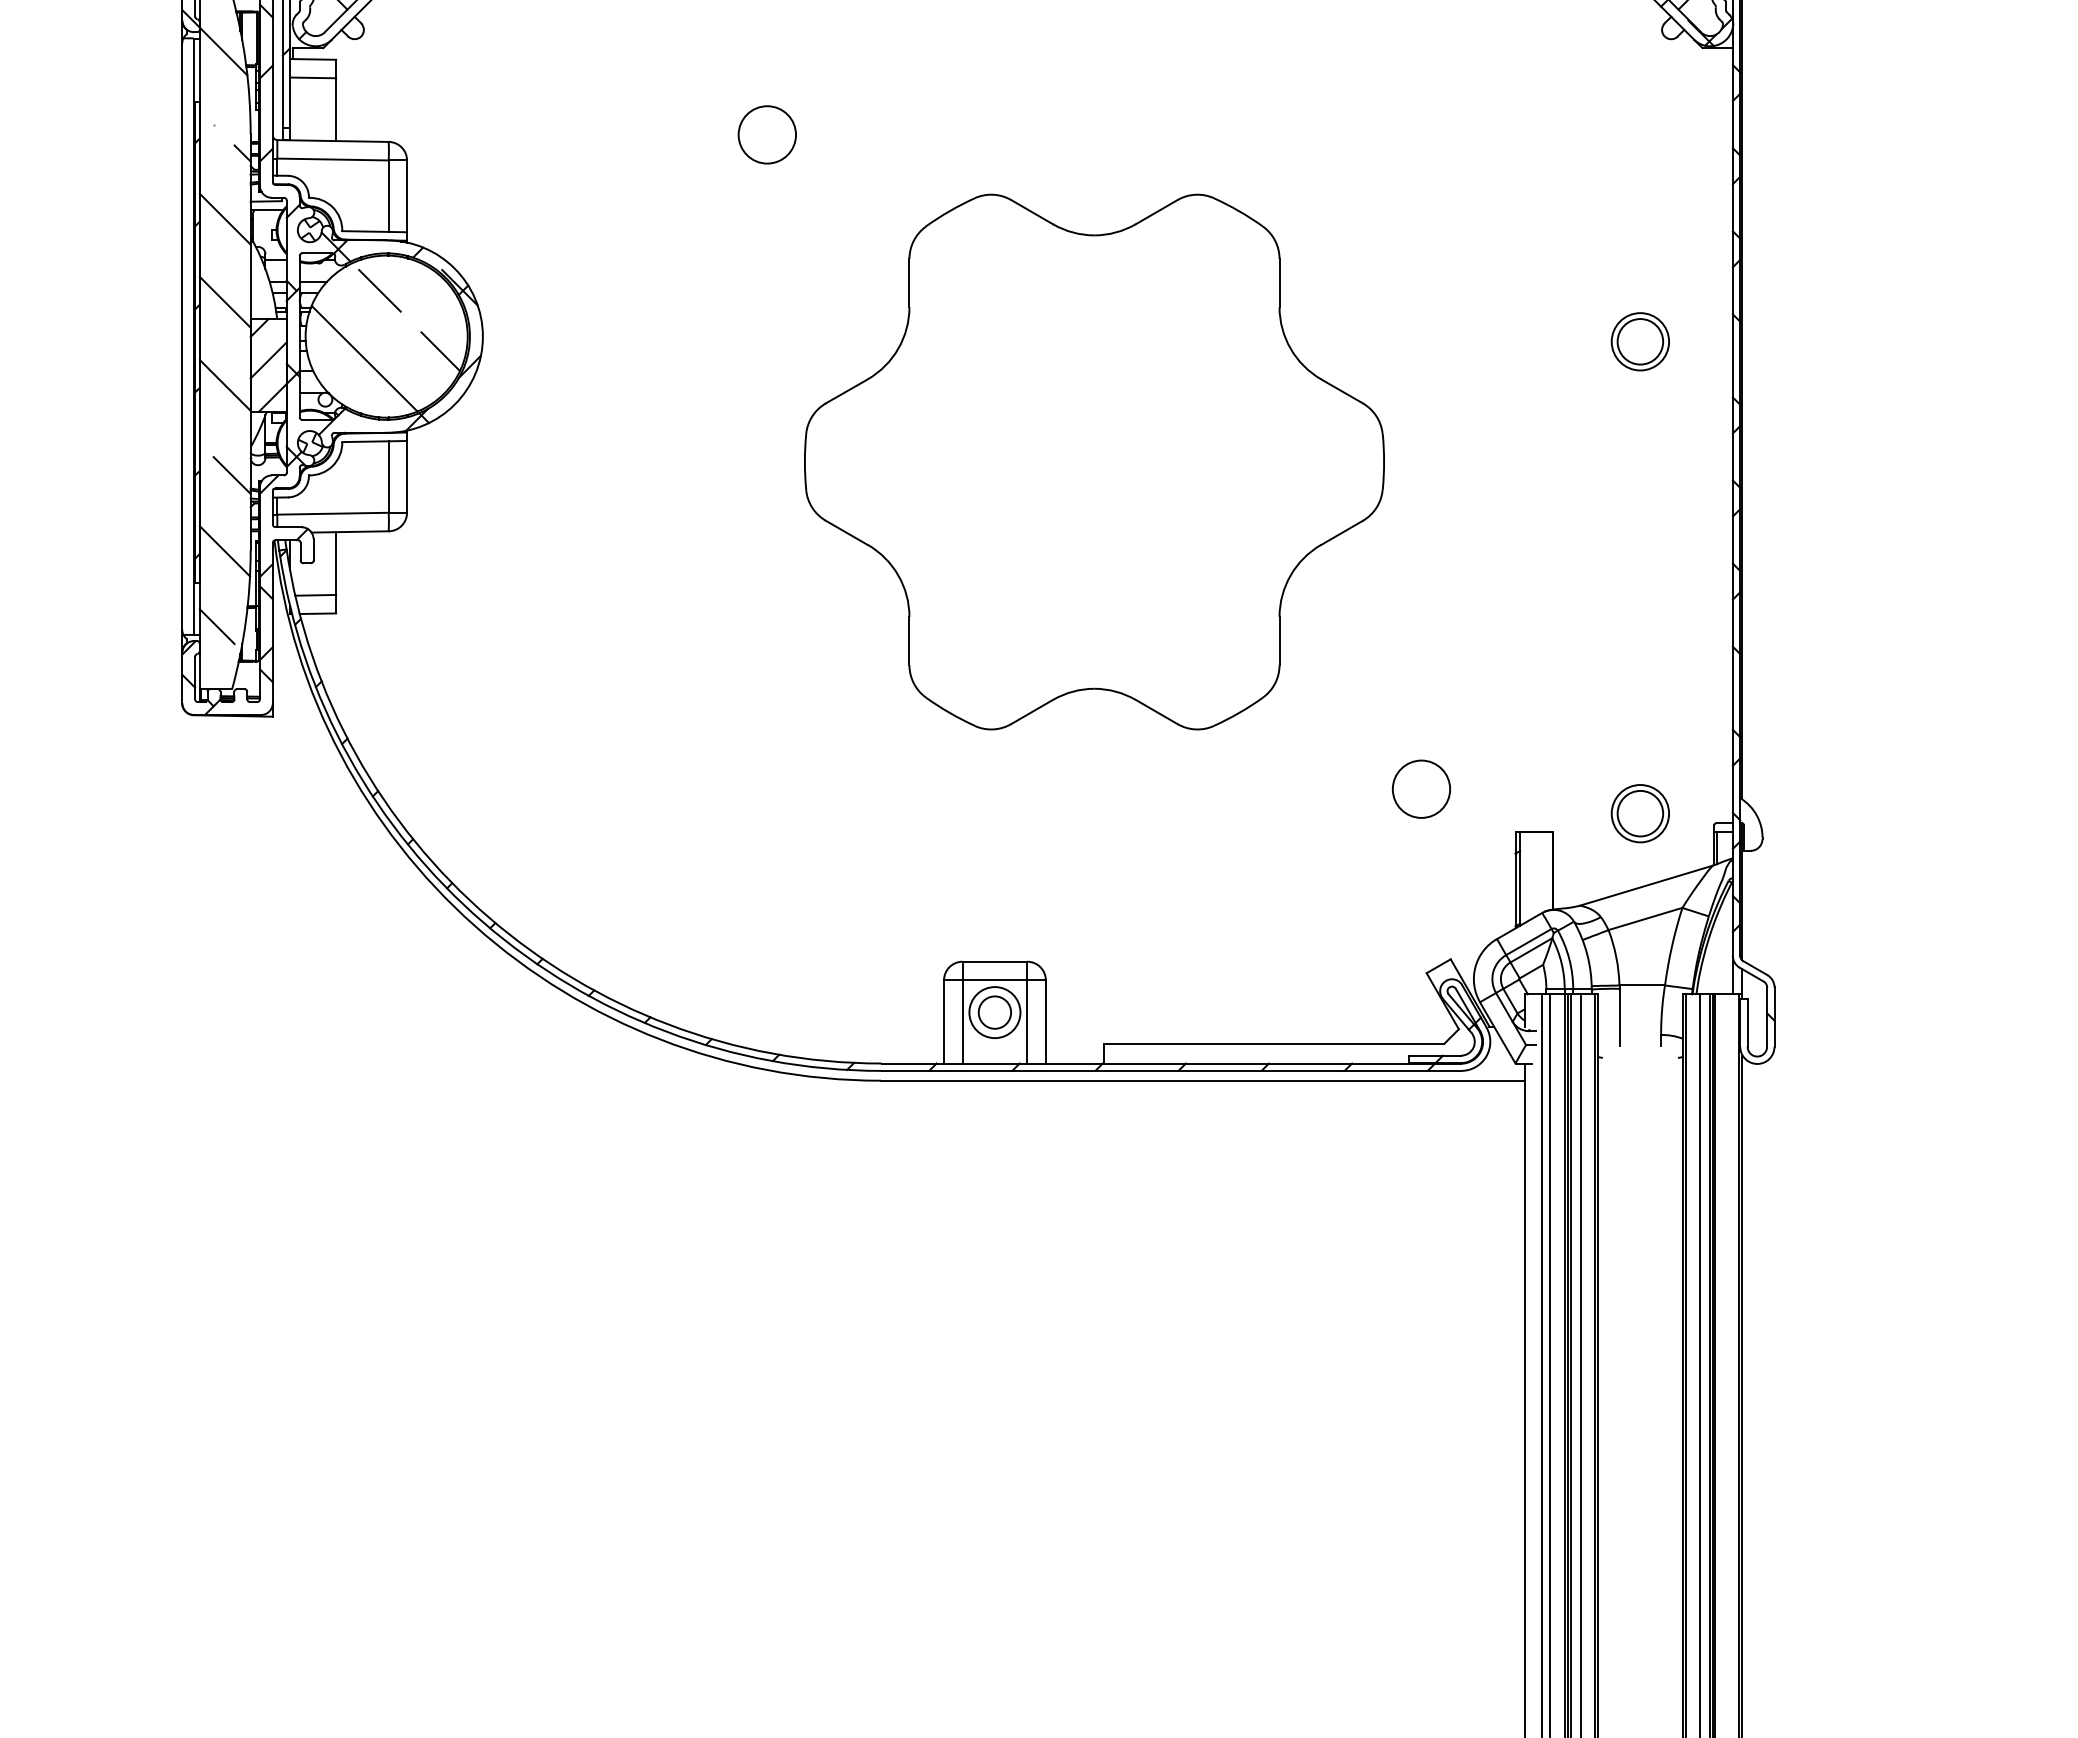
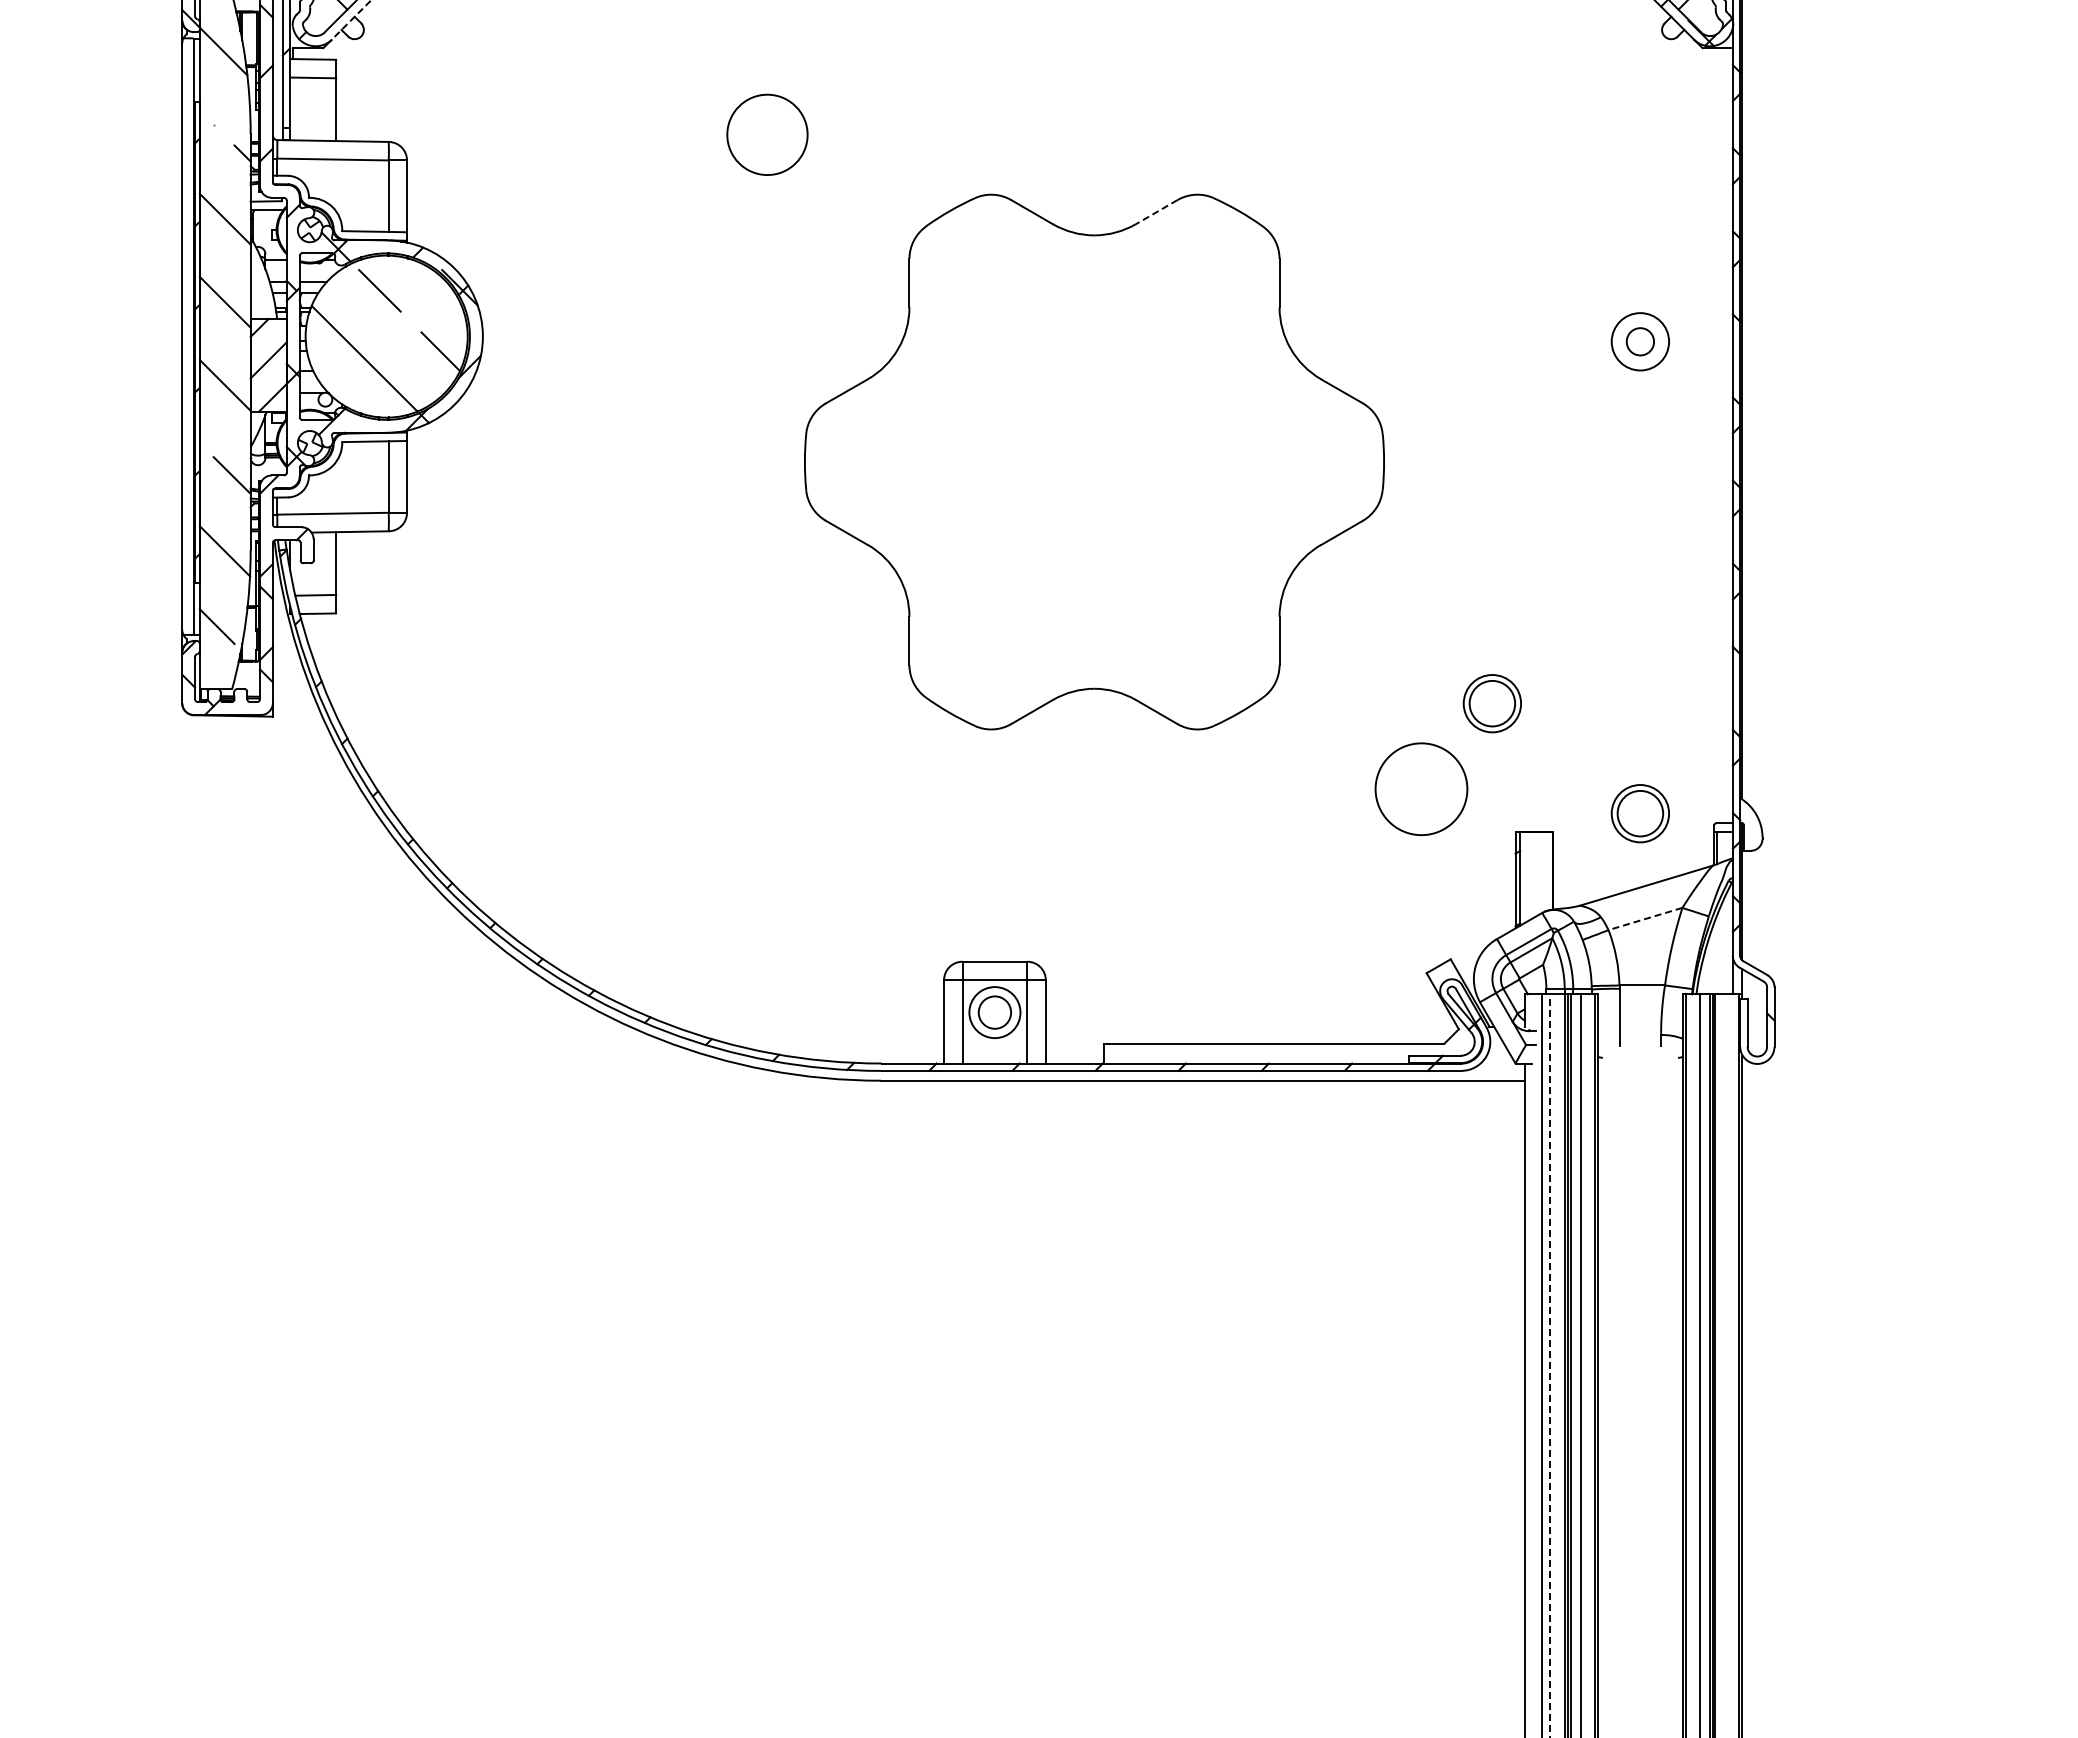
line at (351, 20): solid -> dashed
circle at (766, 134) size: 60x60 px -> 83x83 px
line at (1156, 212): solid -> dashed
circle at (1640, 341) diameter: 46 px -> 27 px
part at (1491, 703): none -> present
circle at (1421, 788) diameter: 57 px -> 92 px
line at (1645, 918): solid -> dashed
line at (1550, 1365): solid -> dashed
